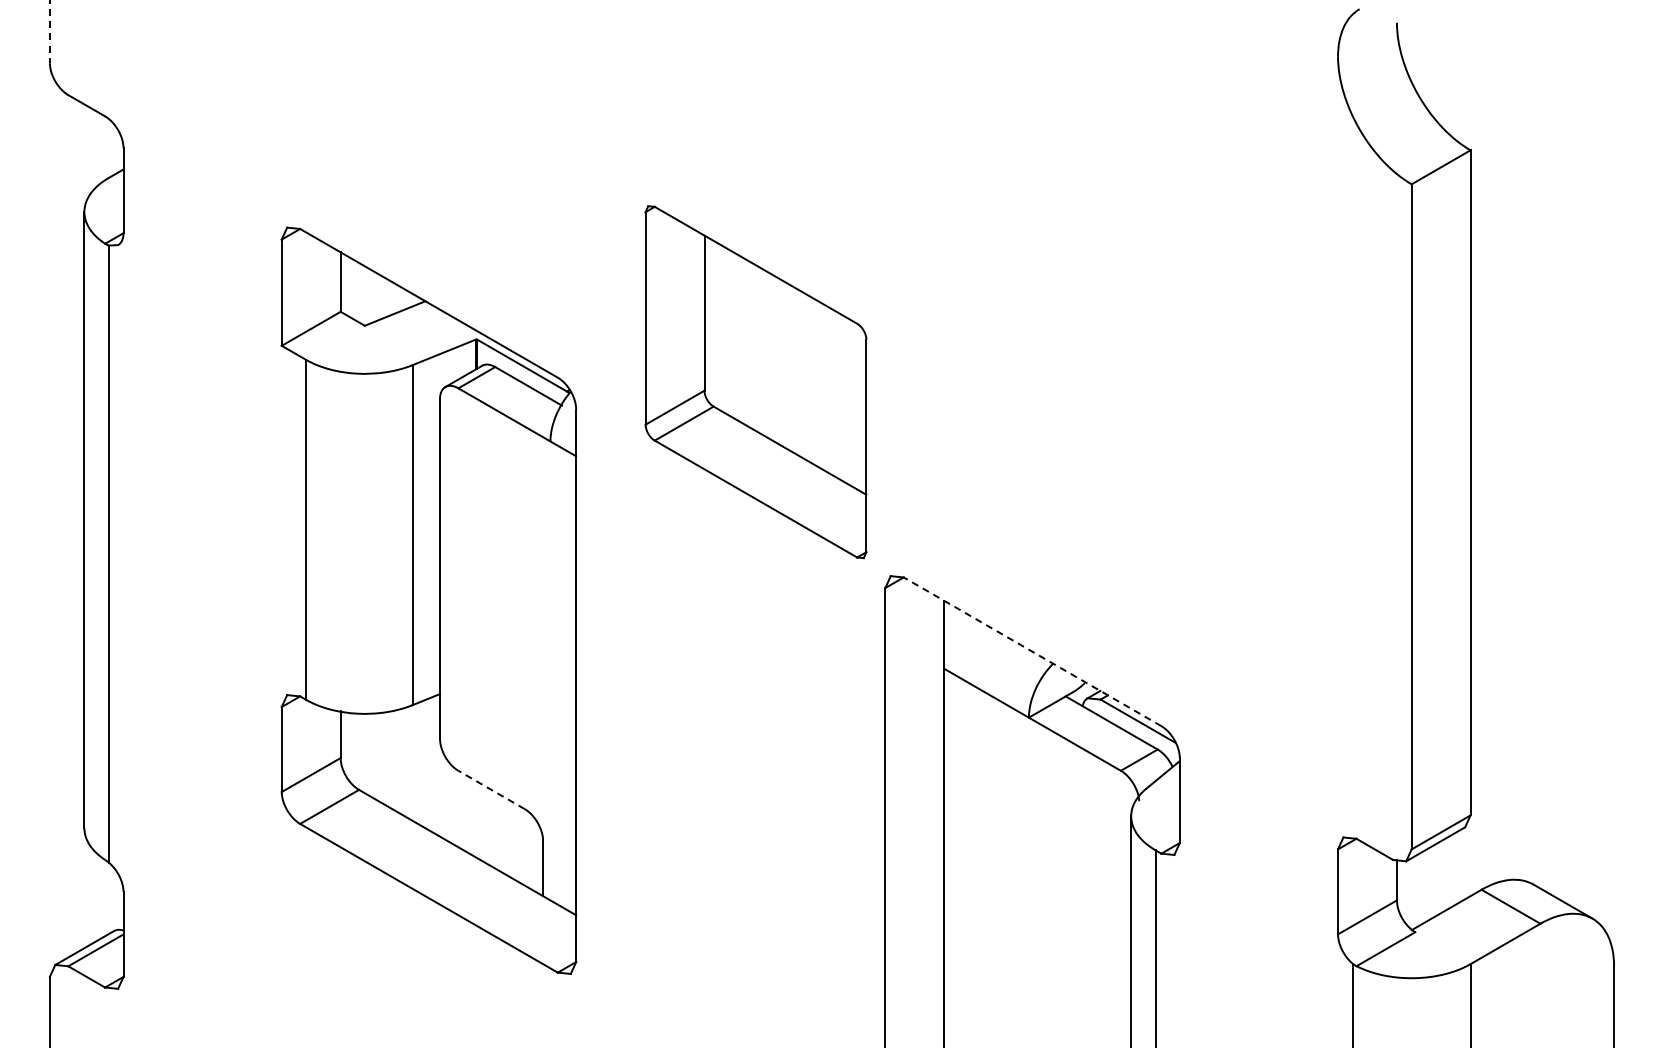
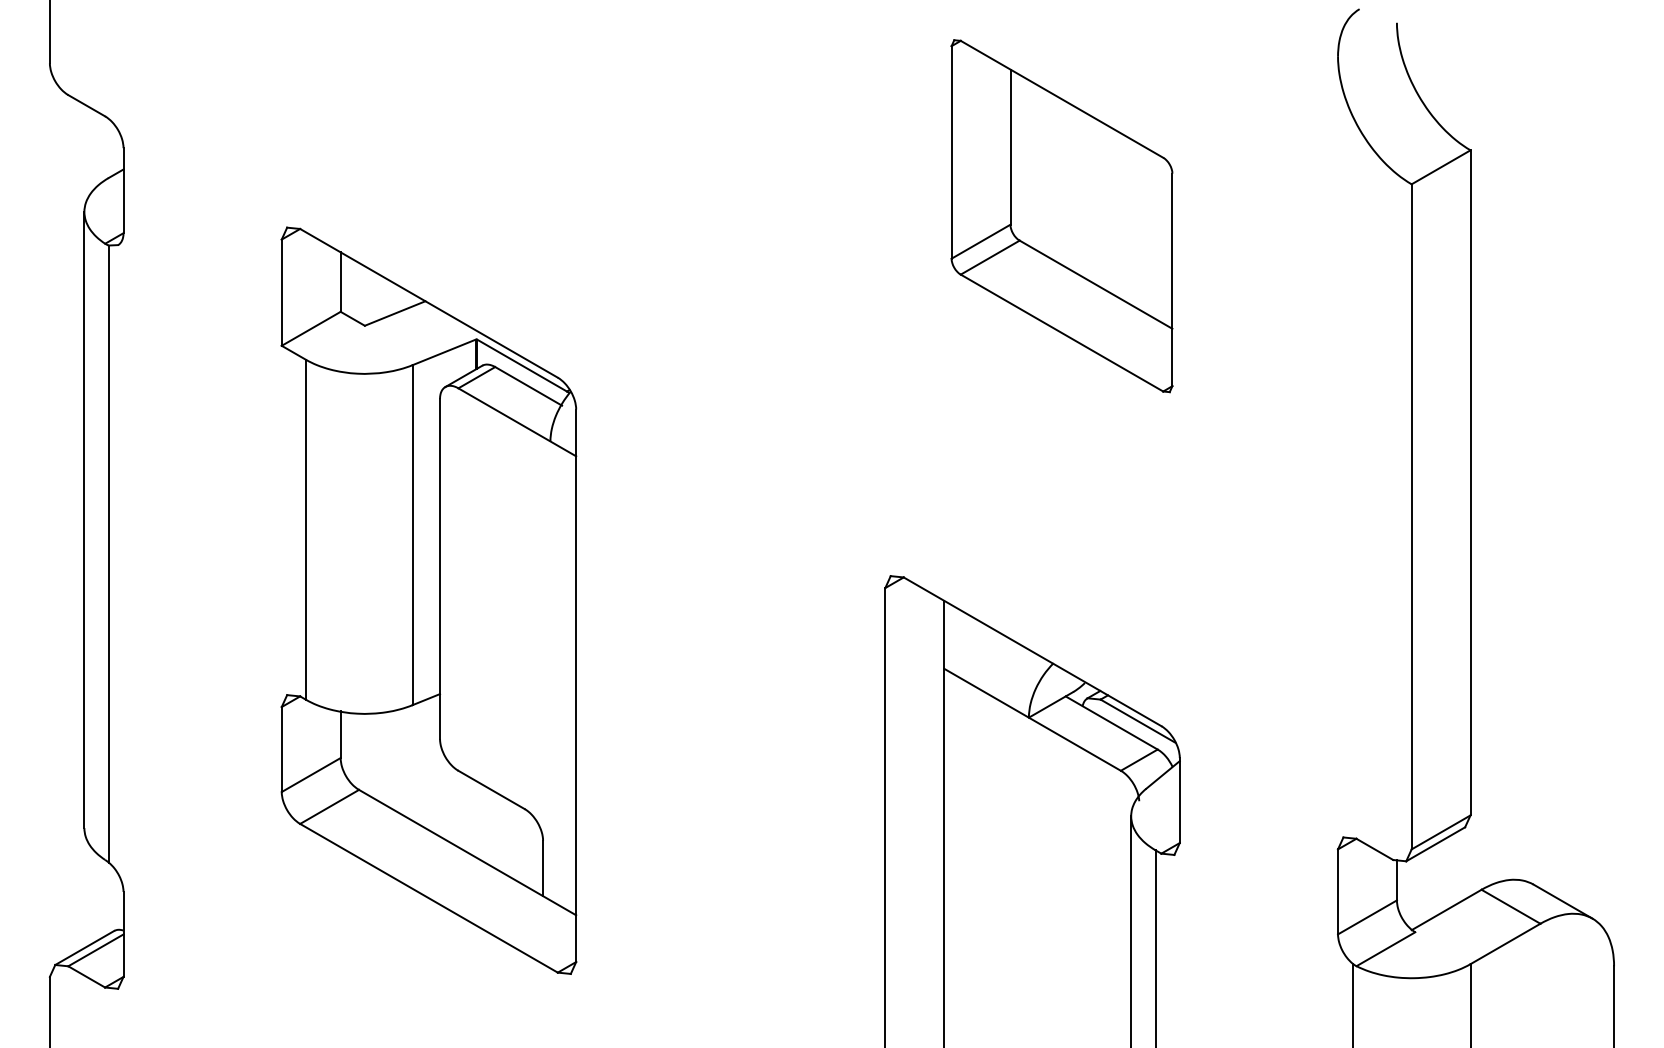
line at (49, 32): dashed -> solid
part at (755, 382) position: (755, 382) -> (1061, 216)
line at (1032, 651): dashed -> solid
line at (491, 789): dashed -> solid
